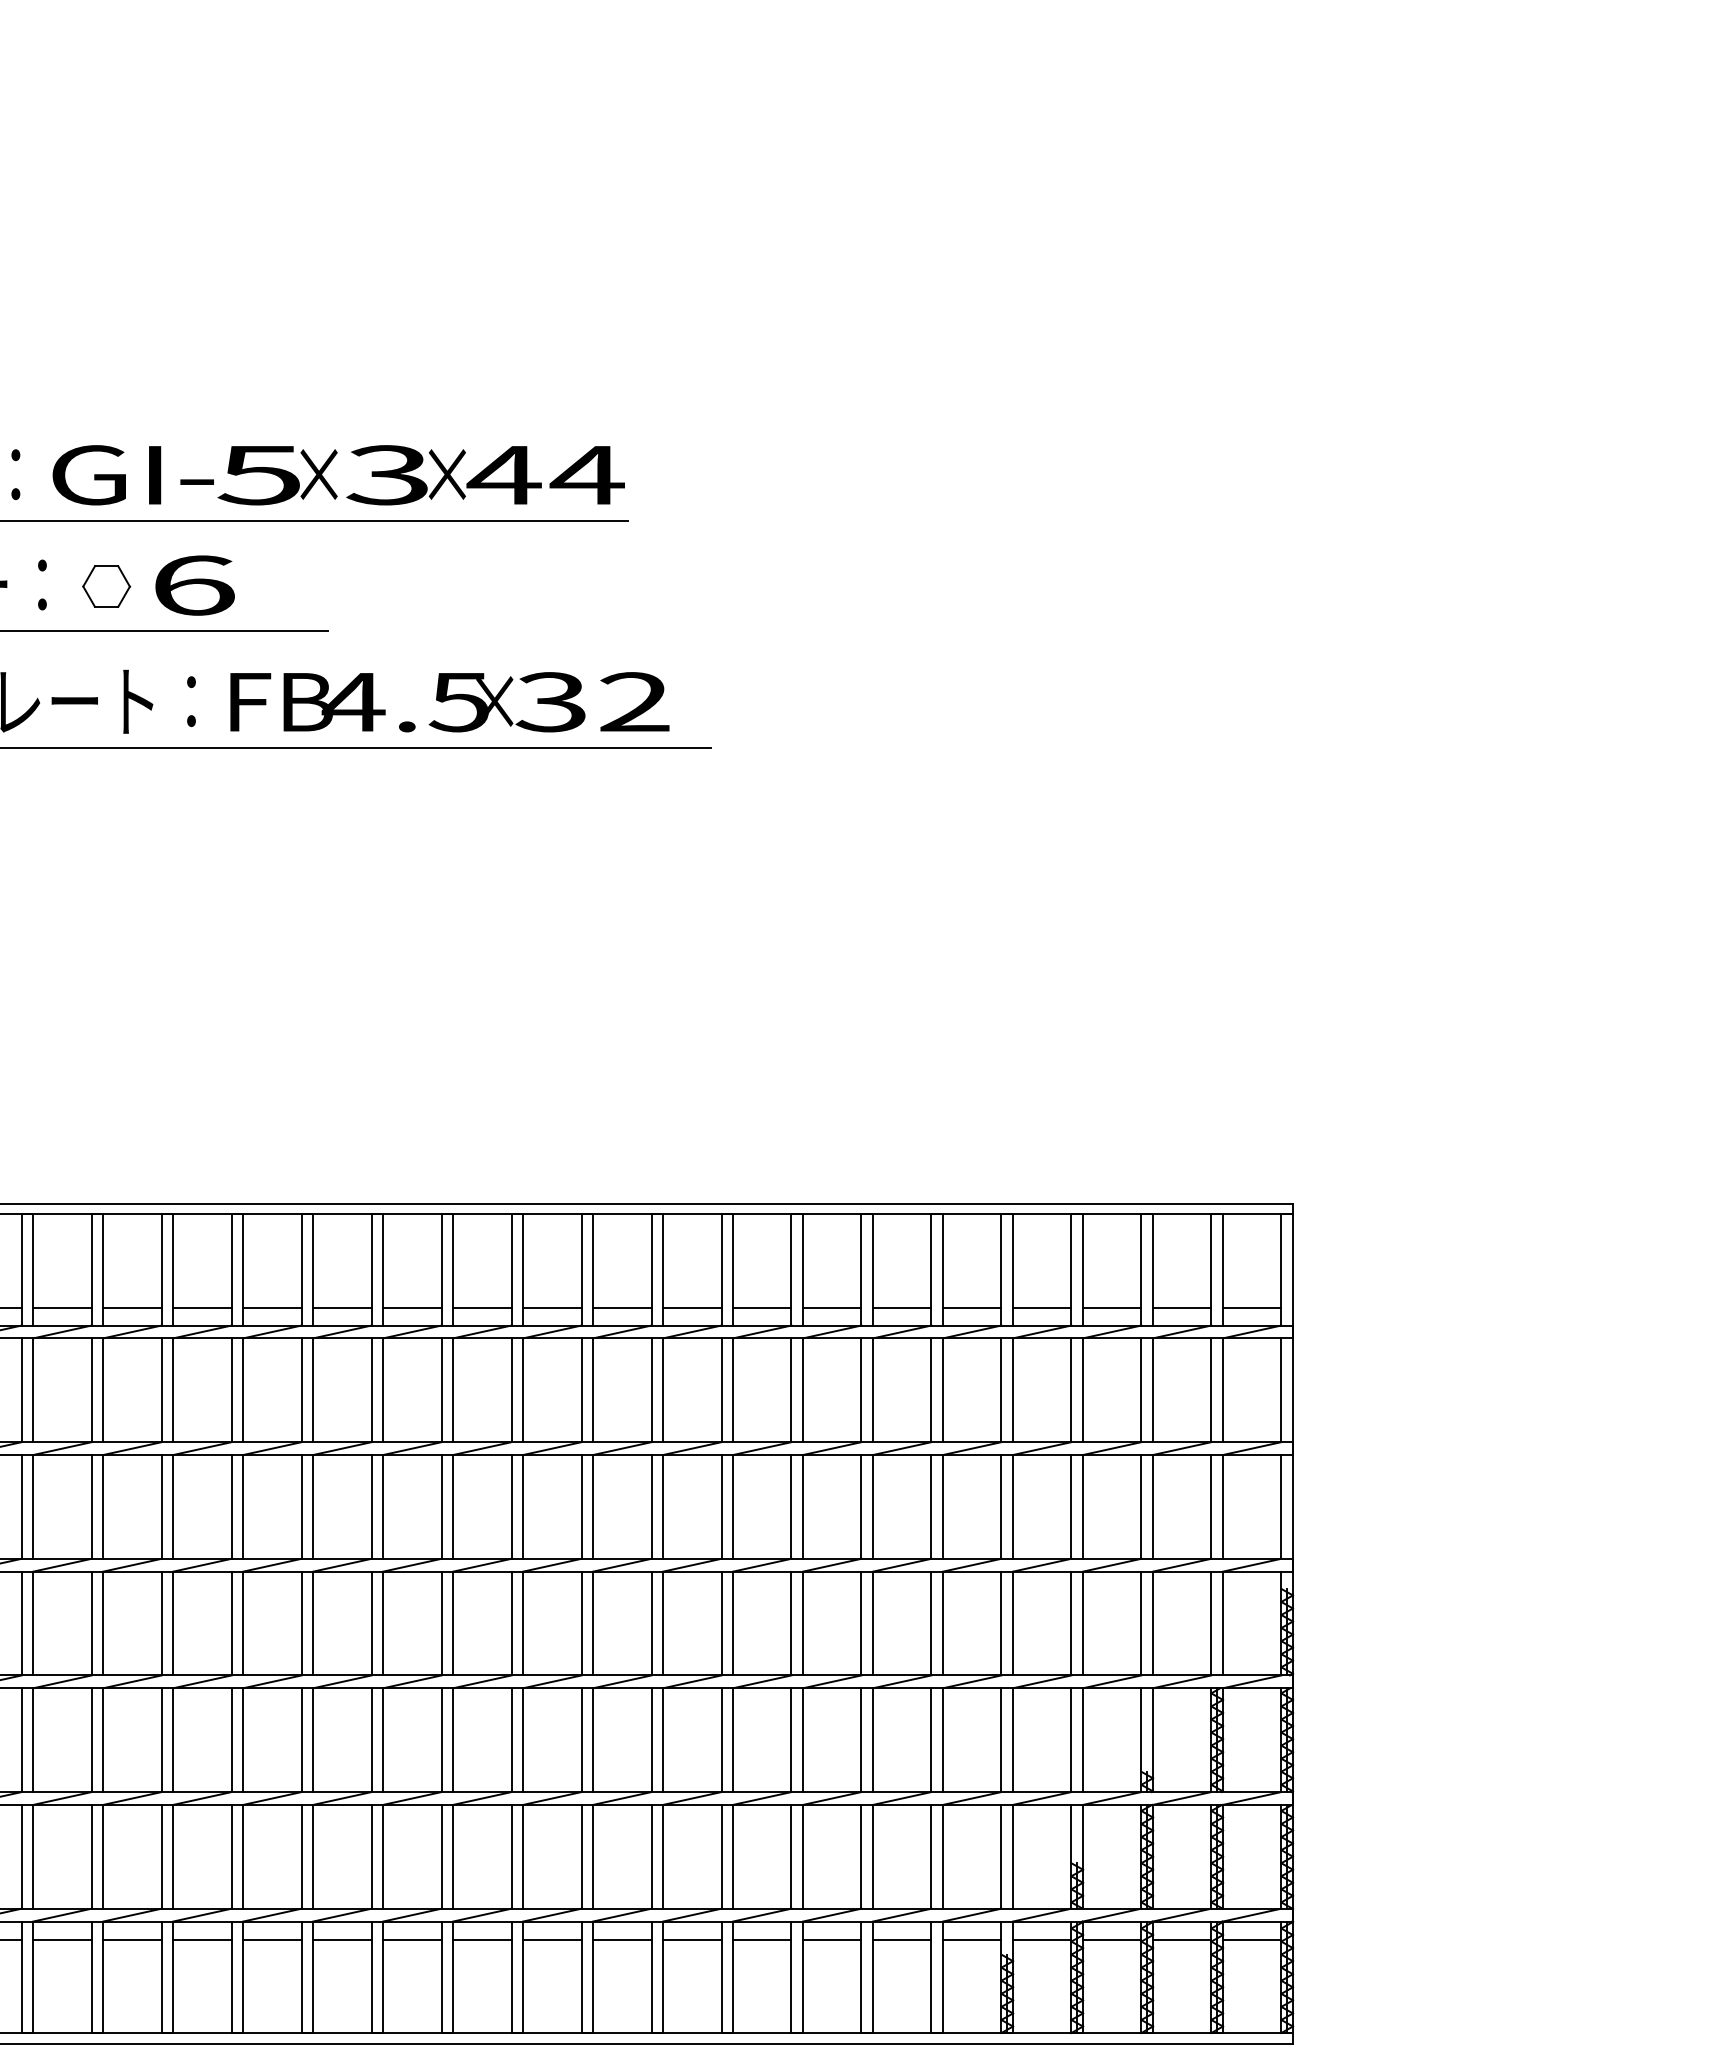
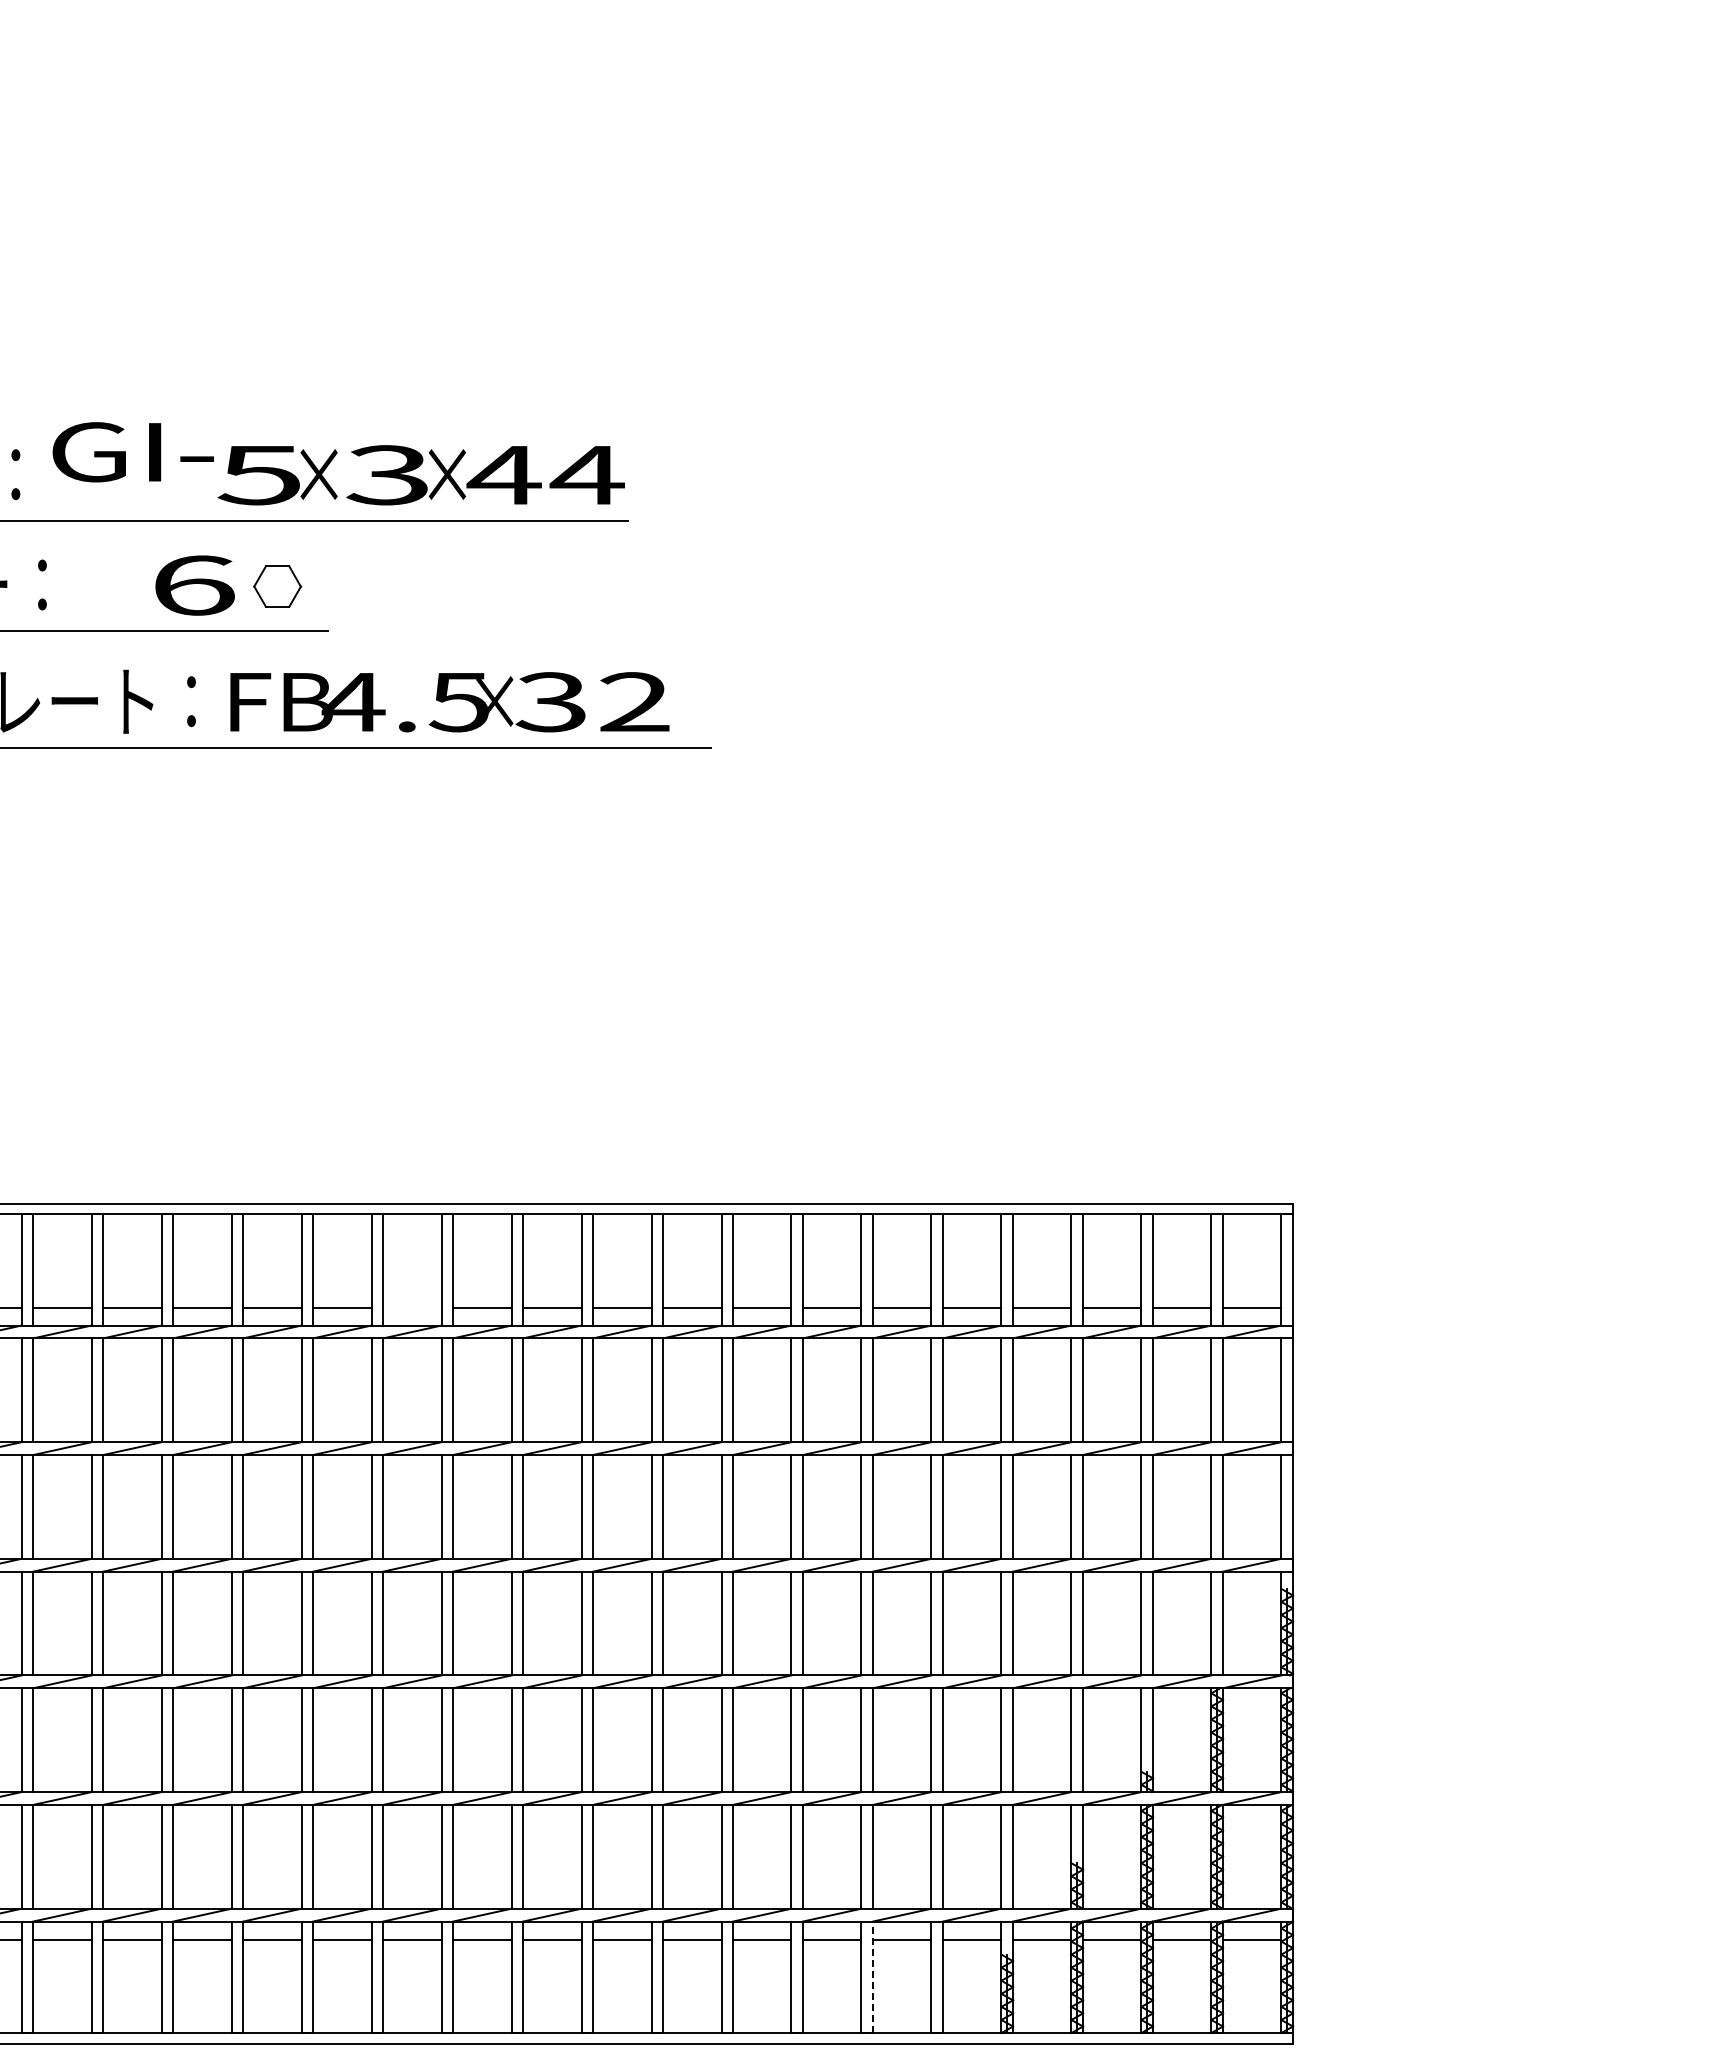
text at (132, 475) position: (132, 475) -> (132, 452)
part at (106, 586) position: (106, 586) -> (277, 586)
line at (412, 1307): present -> none
line at (873, 1977): solid -> dashed
